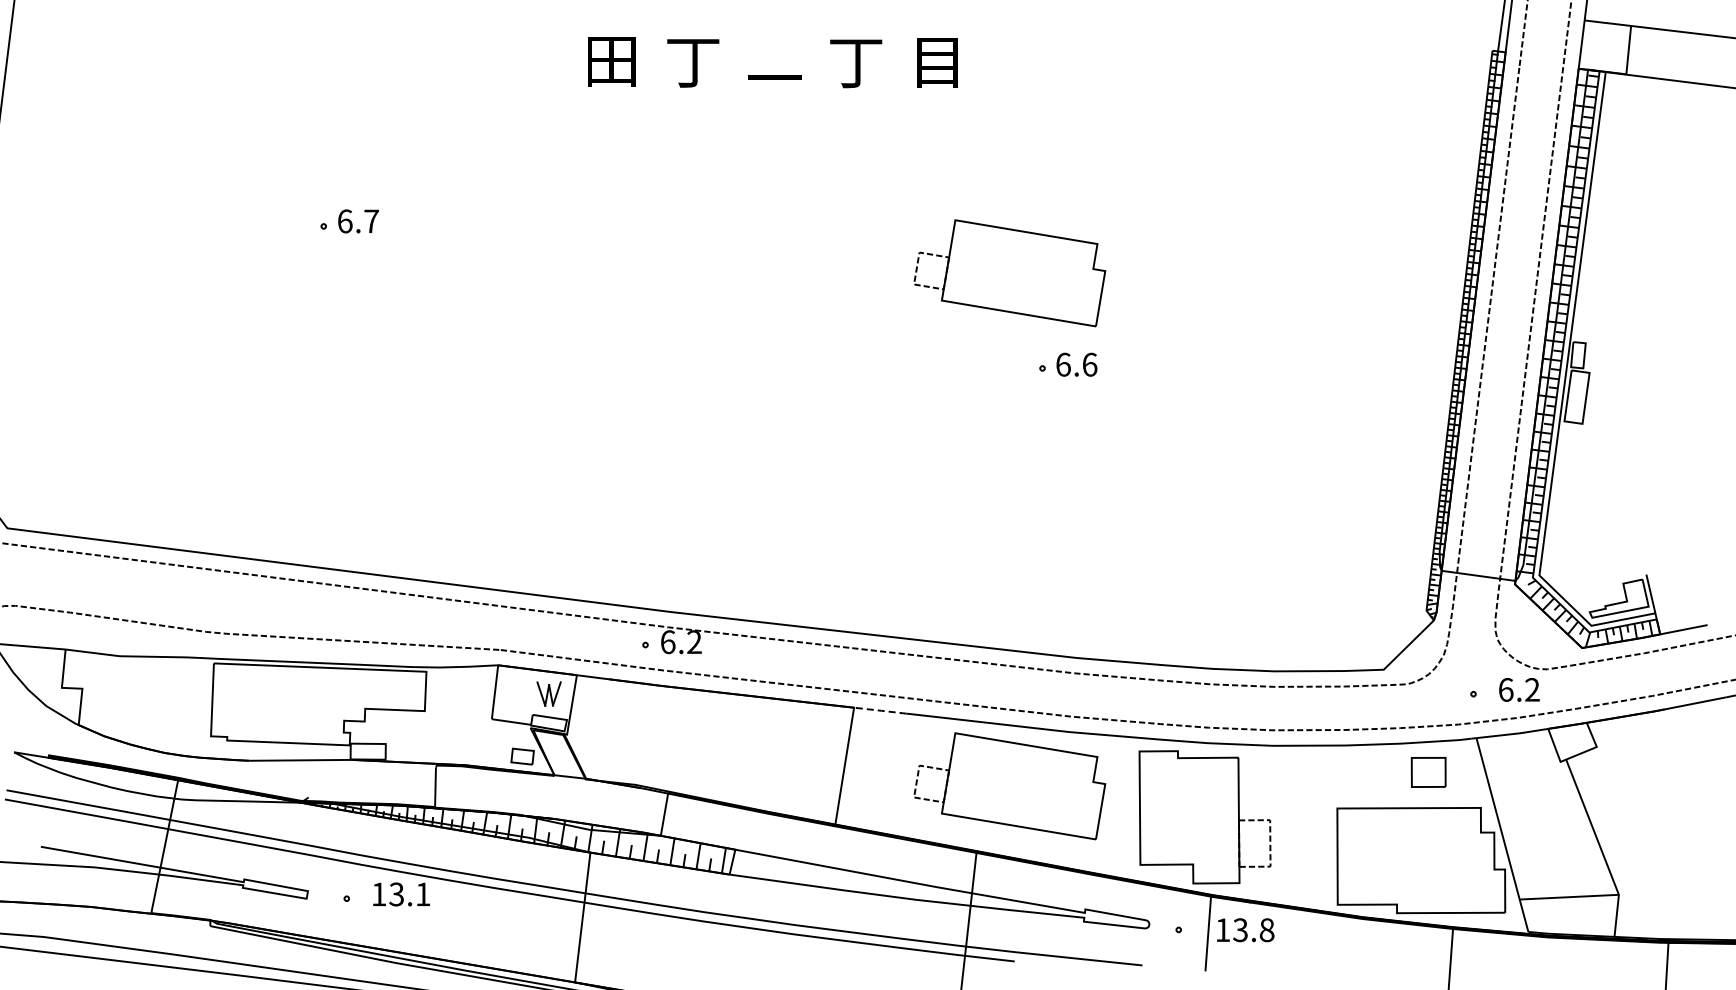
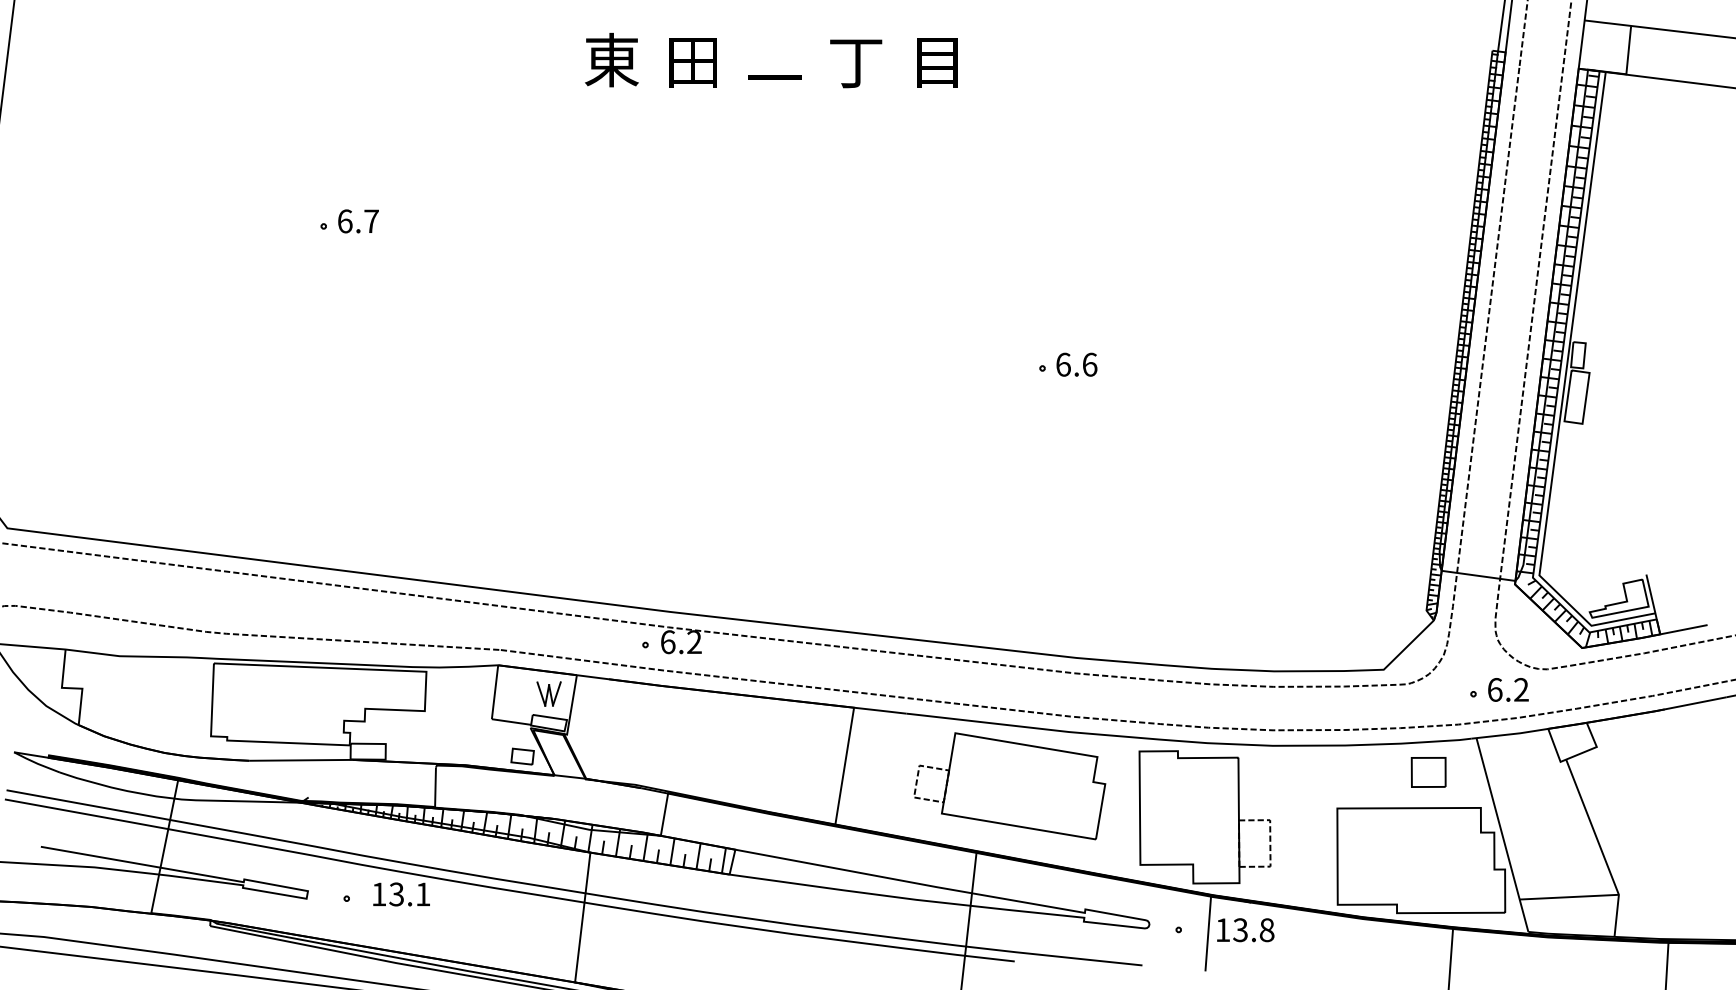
text at (611, 59): 田 -> 東
text at (693, 62): 丁 -> 田
part at (1009, 273): present -> none
text at (1519, 689) position: (1519, 689) -> (1508, 689)
line at (880, 710): dashed -> solid
